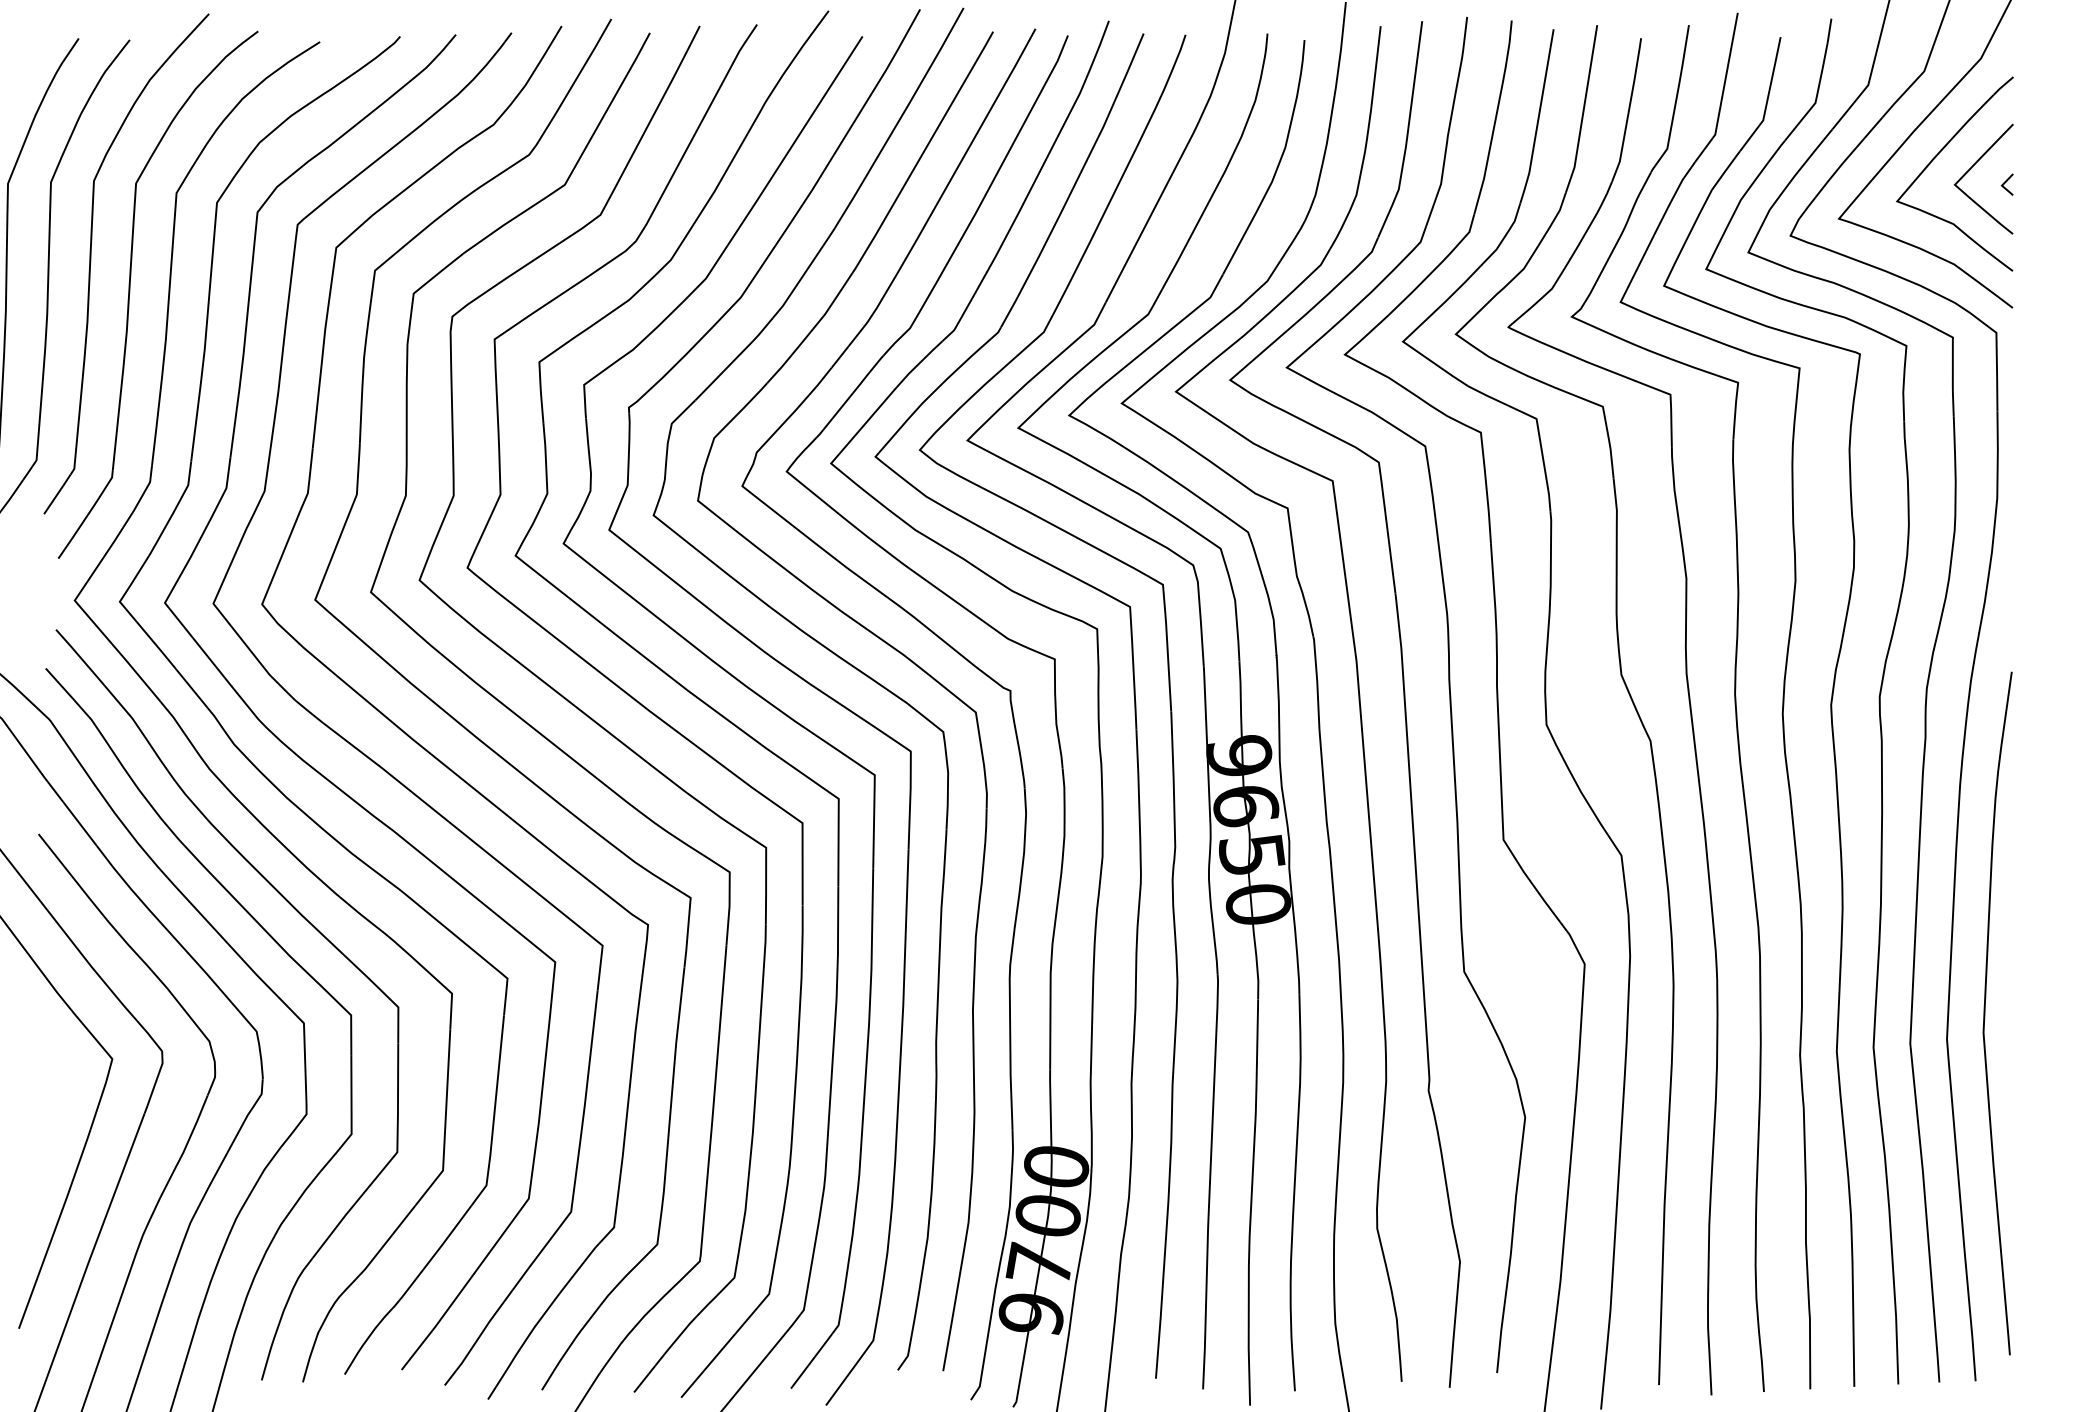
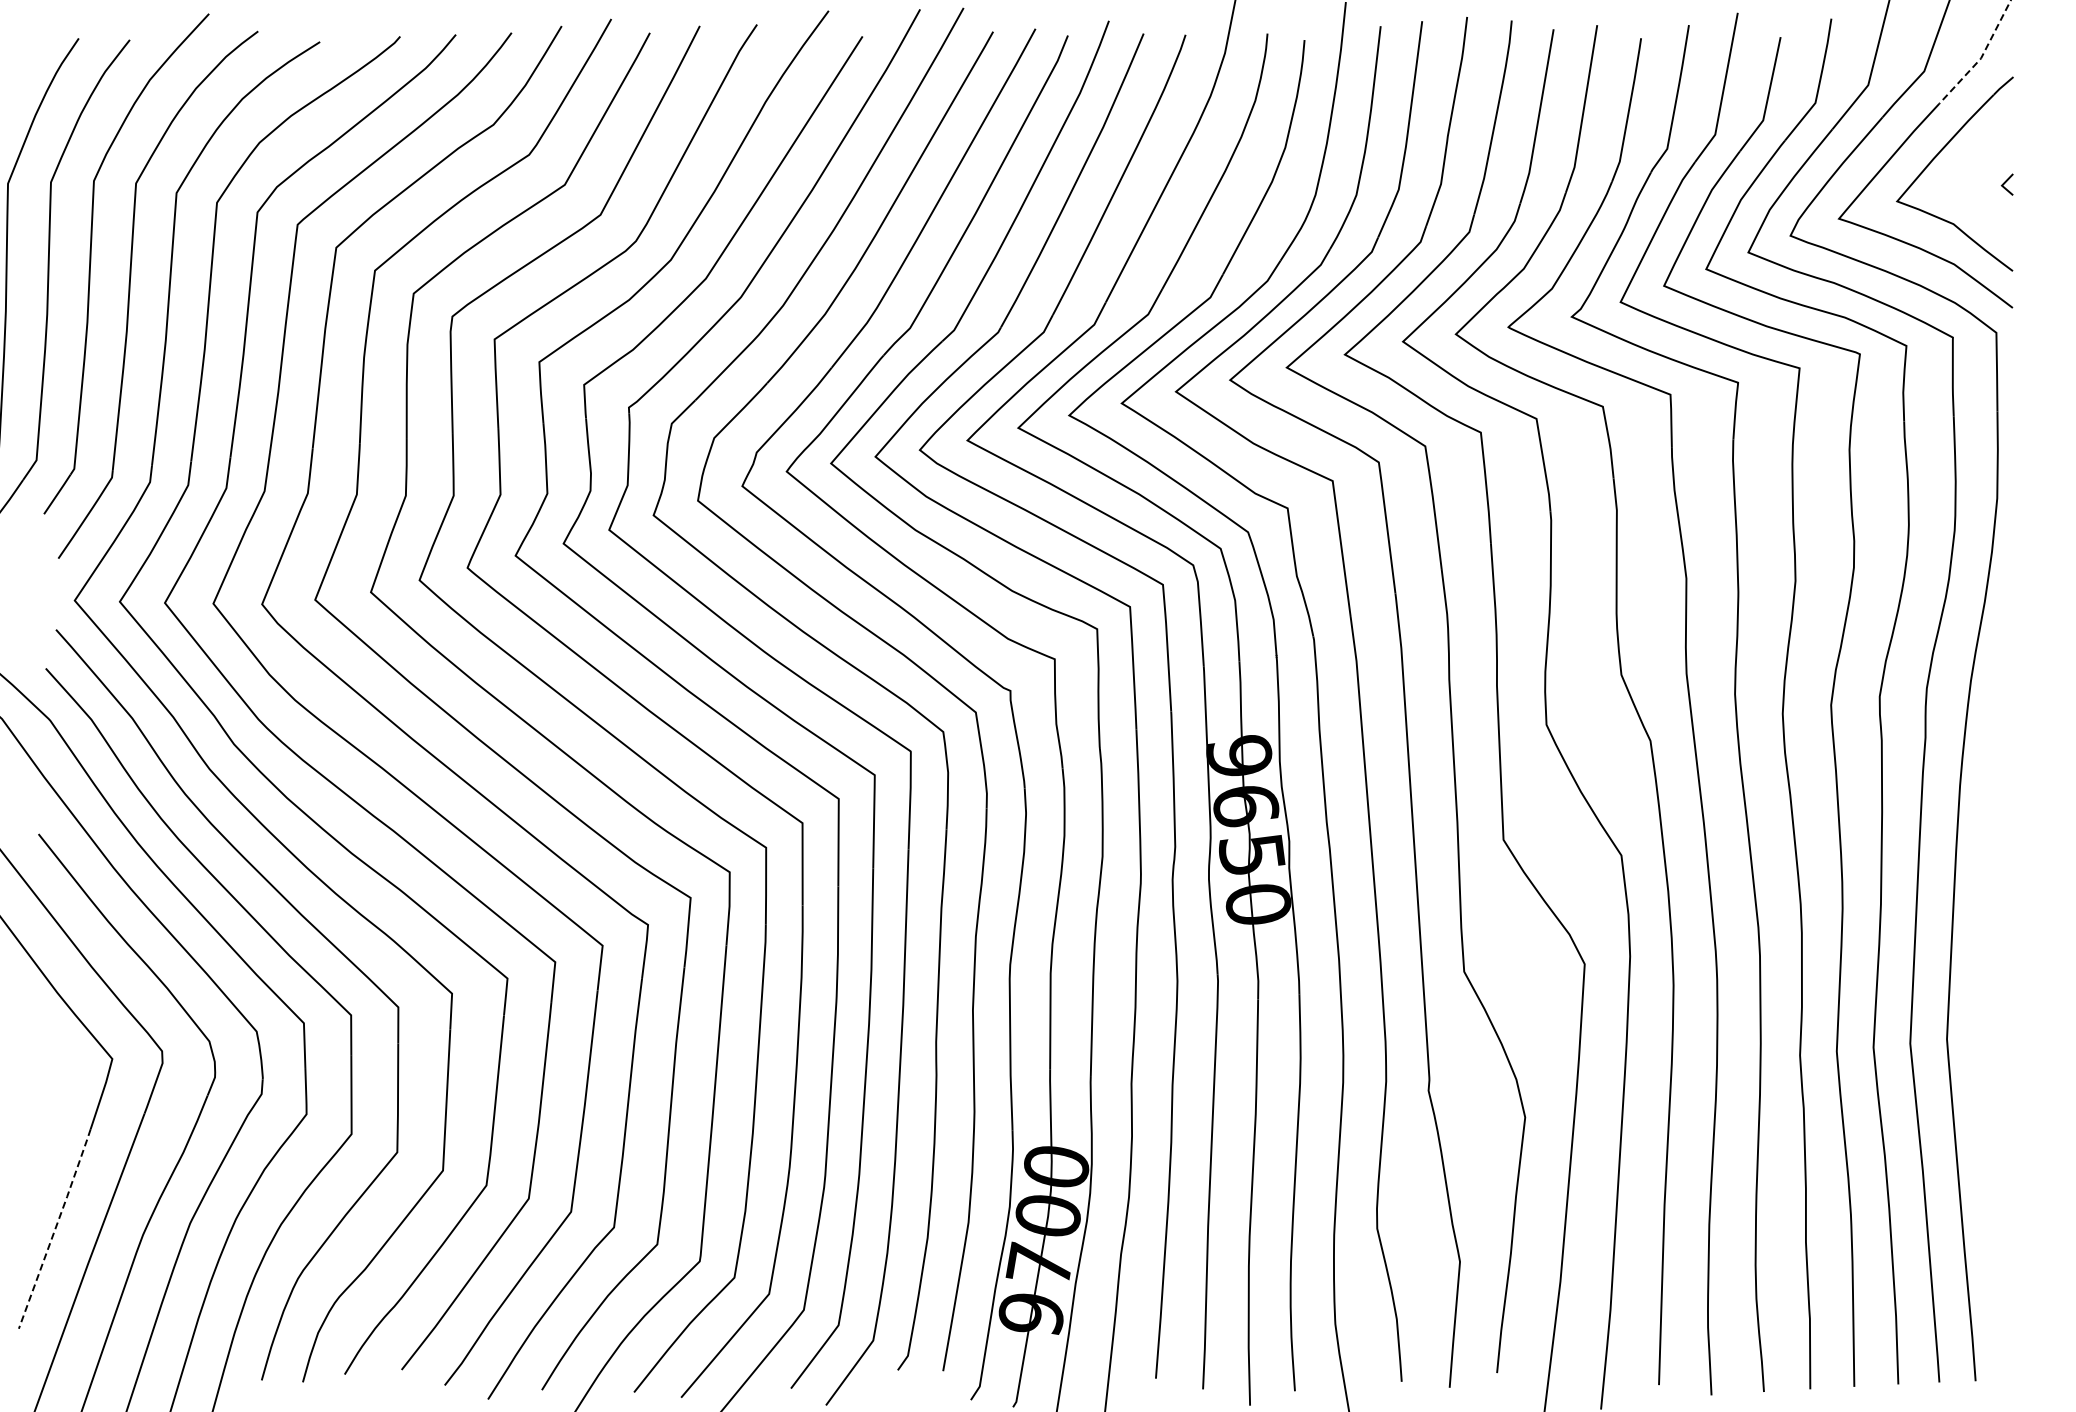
line at (1981, 57): solid -> dashed
curve at (1972, 167): present -> none
curve at (1985, 1013): present -> none
line at (55, 1227): solid -> dashed
